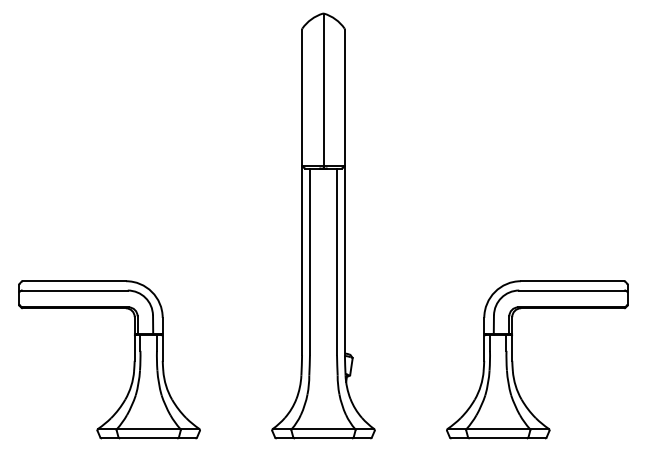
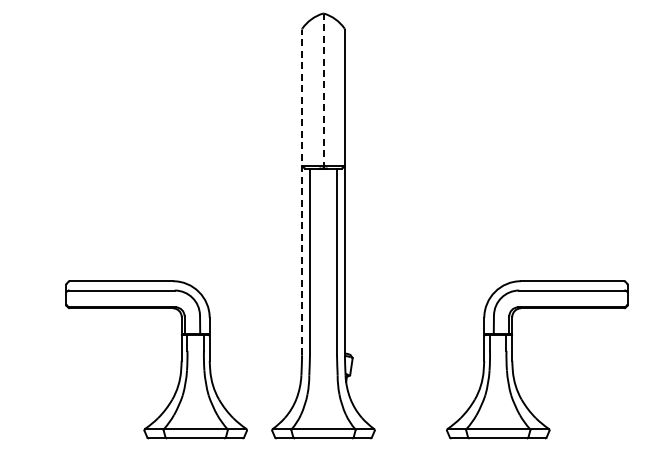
line at (323, 91): solid -> dashed
line at (302, 192): solid -> dashed
part at (133, 361) position: (133, 361) -> (180, 361)
